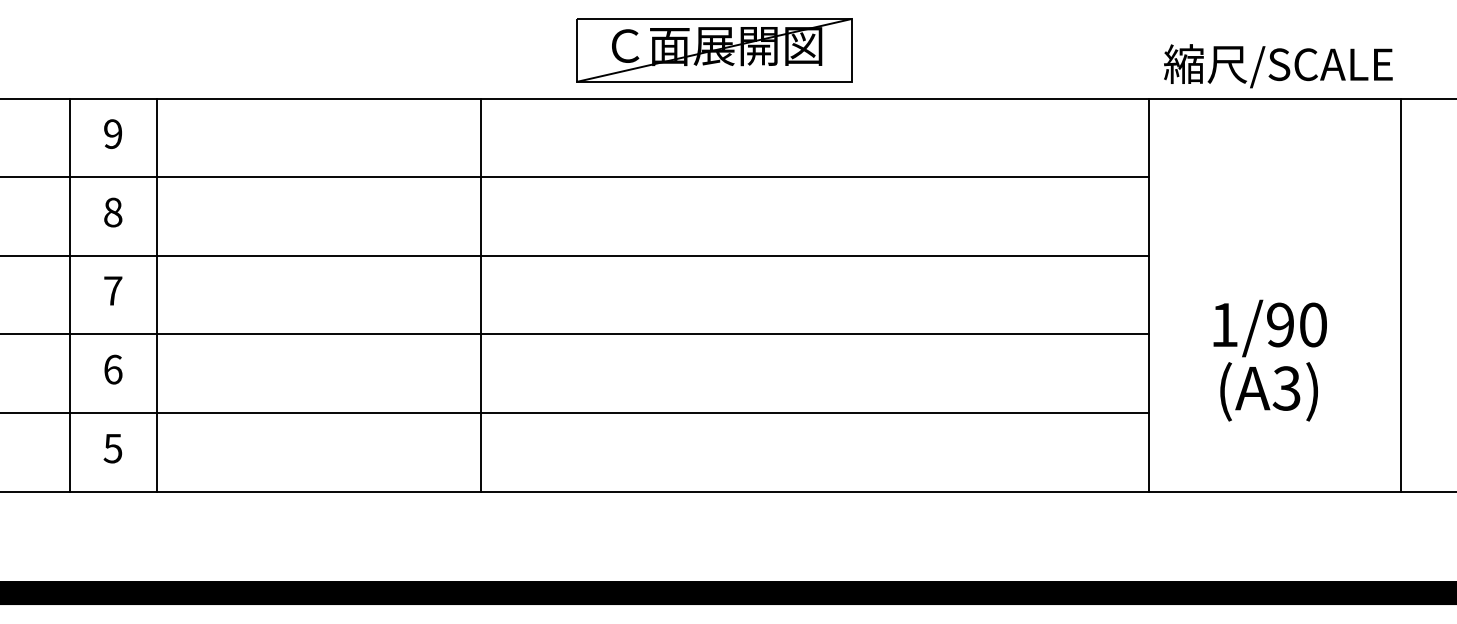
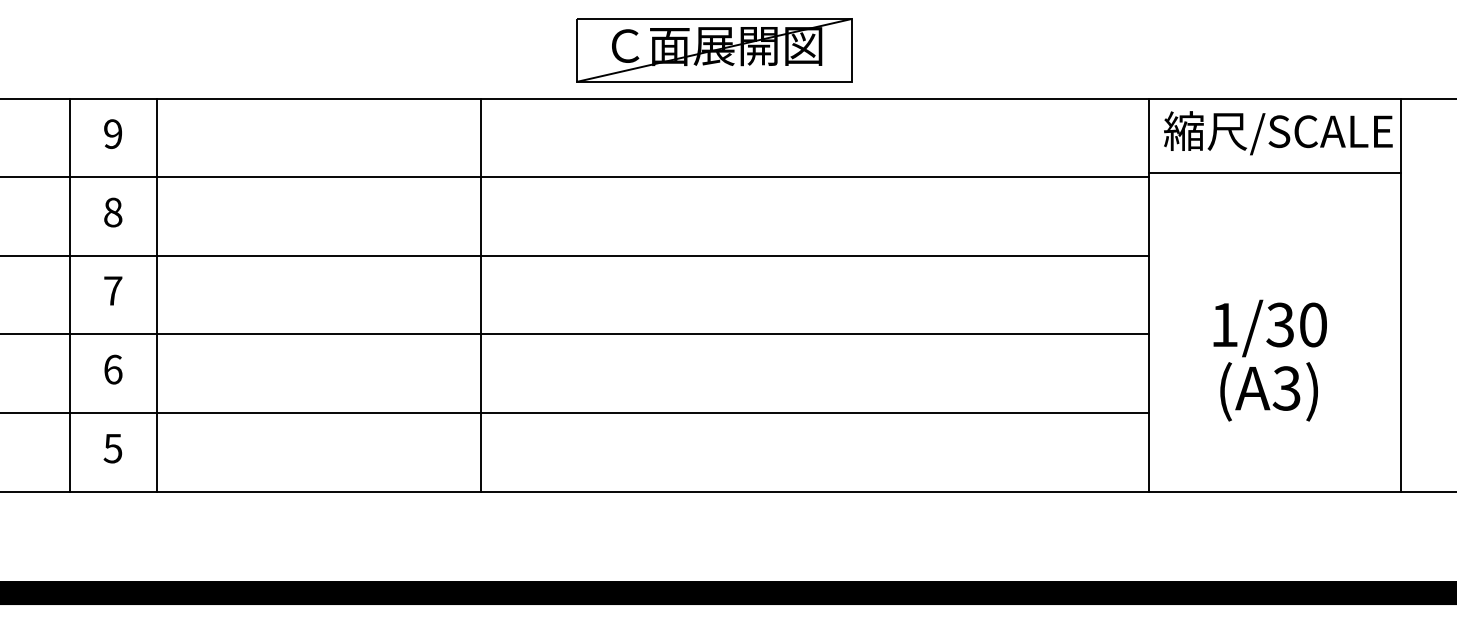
text at (1278, 66) position: (1278, 66) -> (1278, 133)
line at (1274, 172): none -> present
text at (1279, 324): 1/90 -> 1/30
